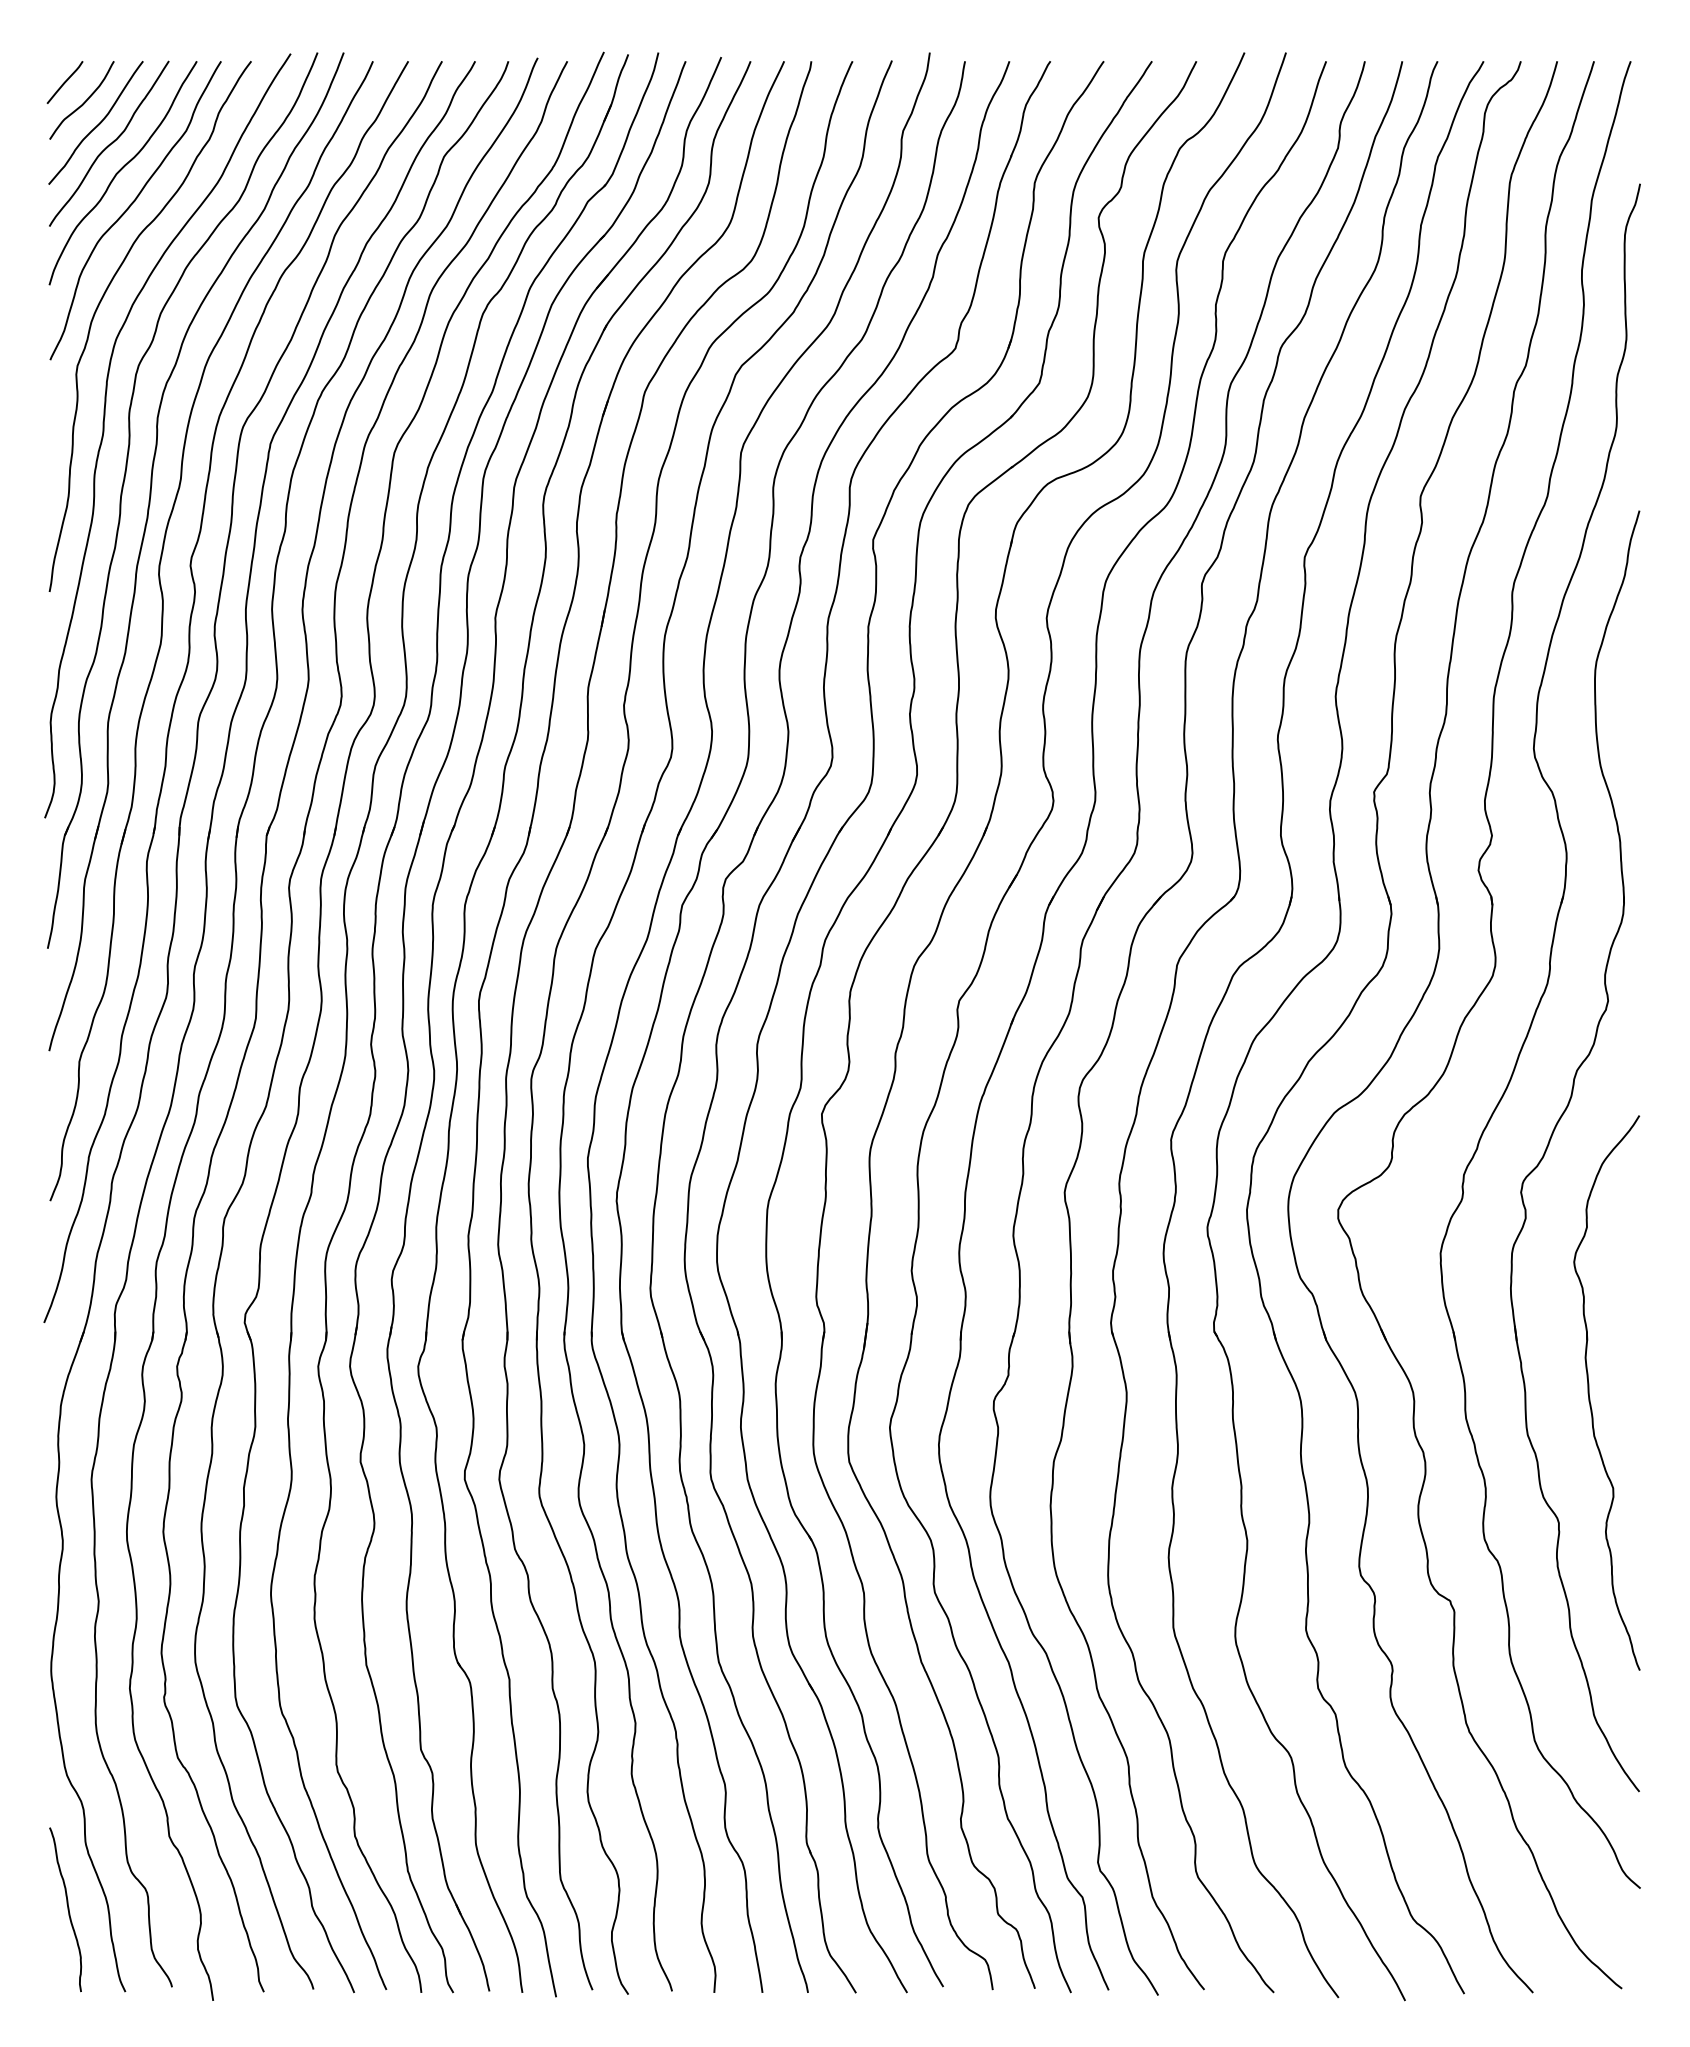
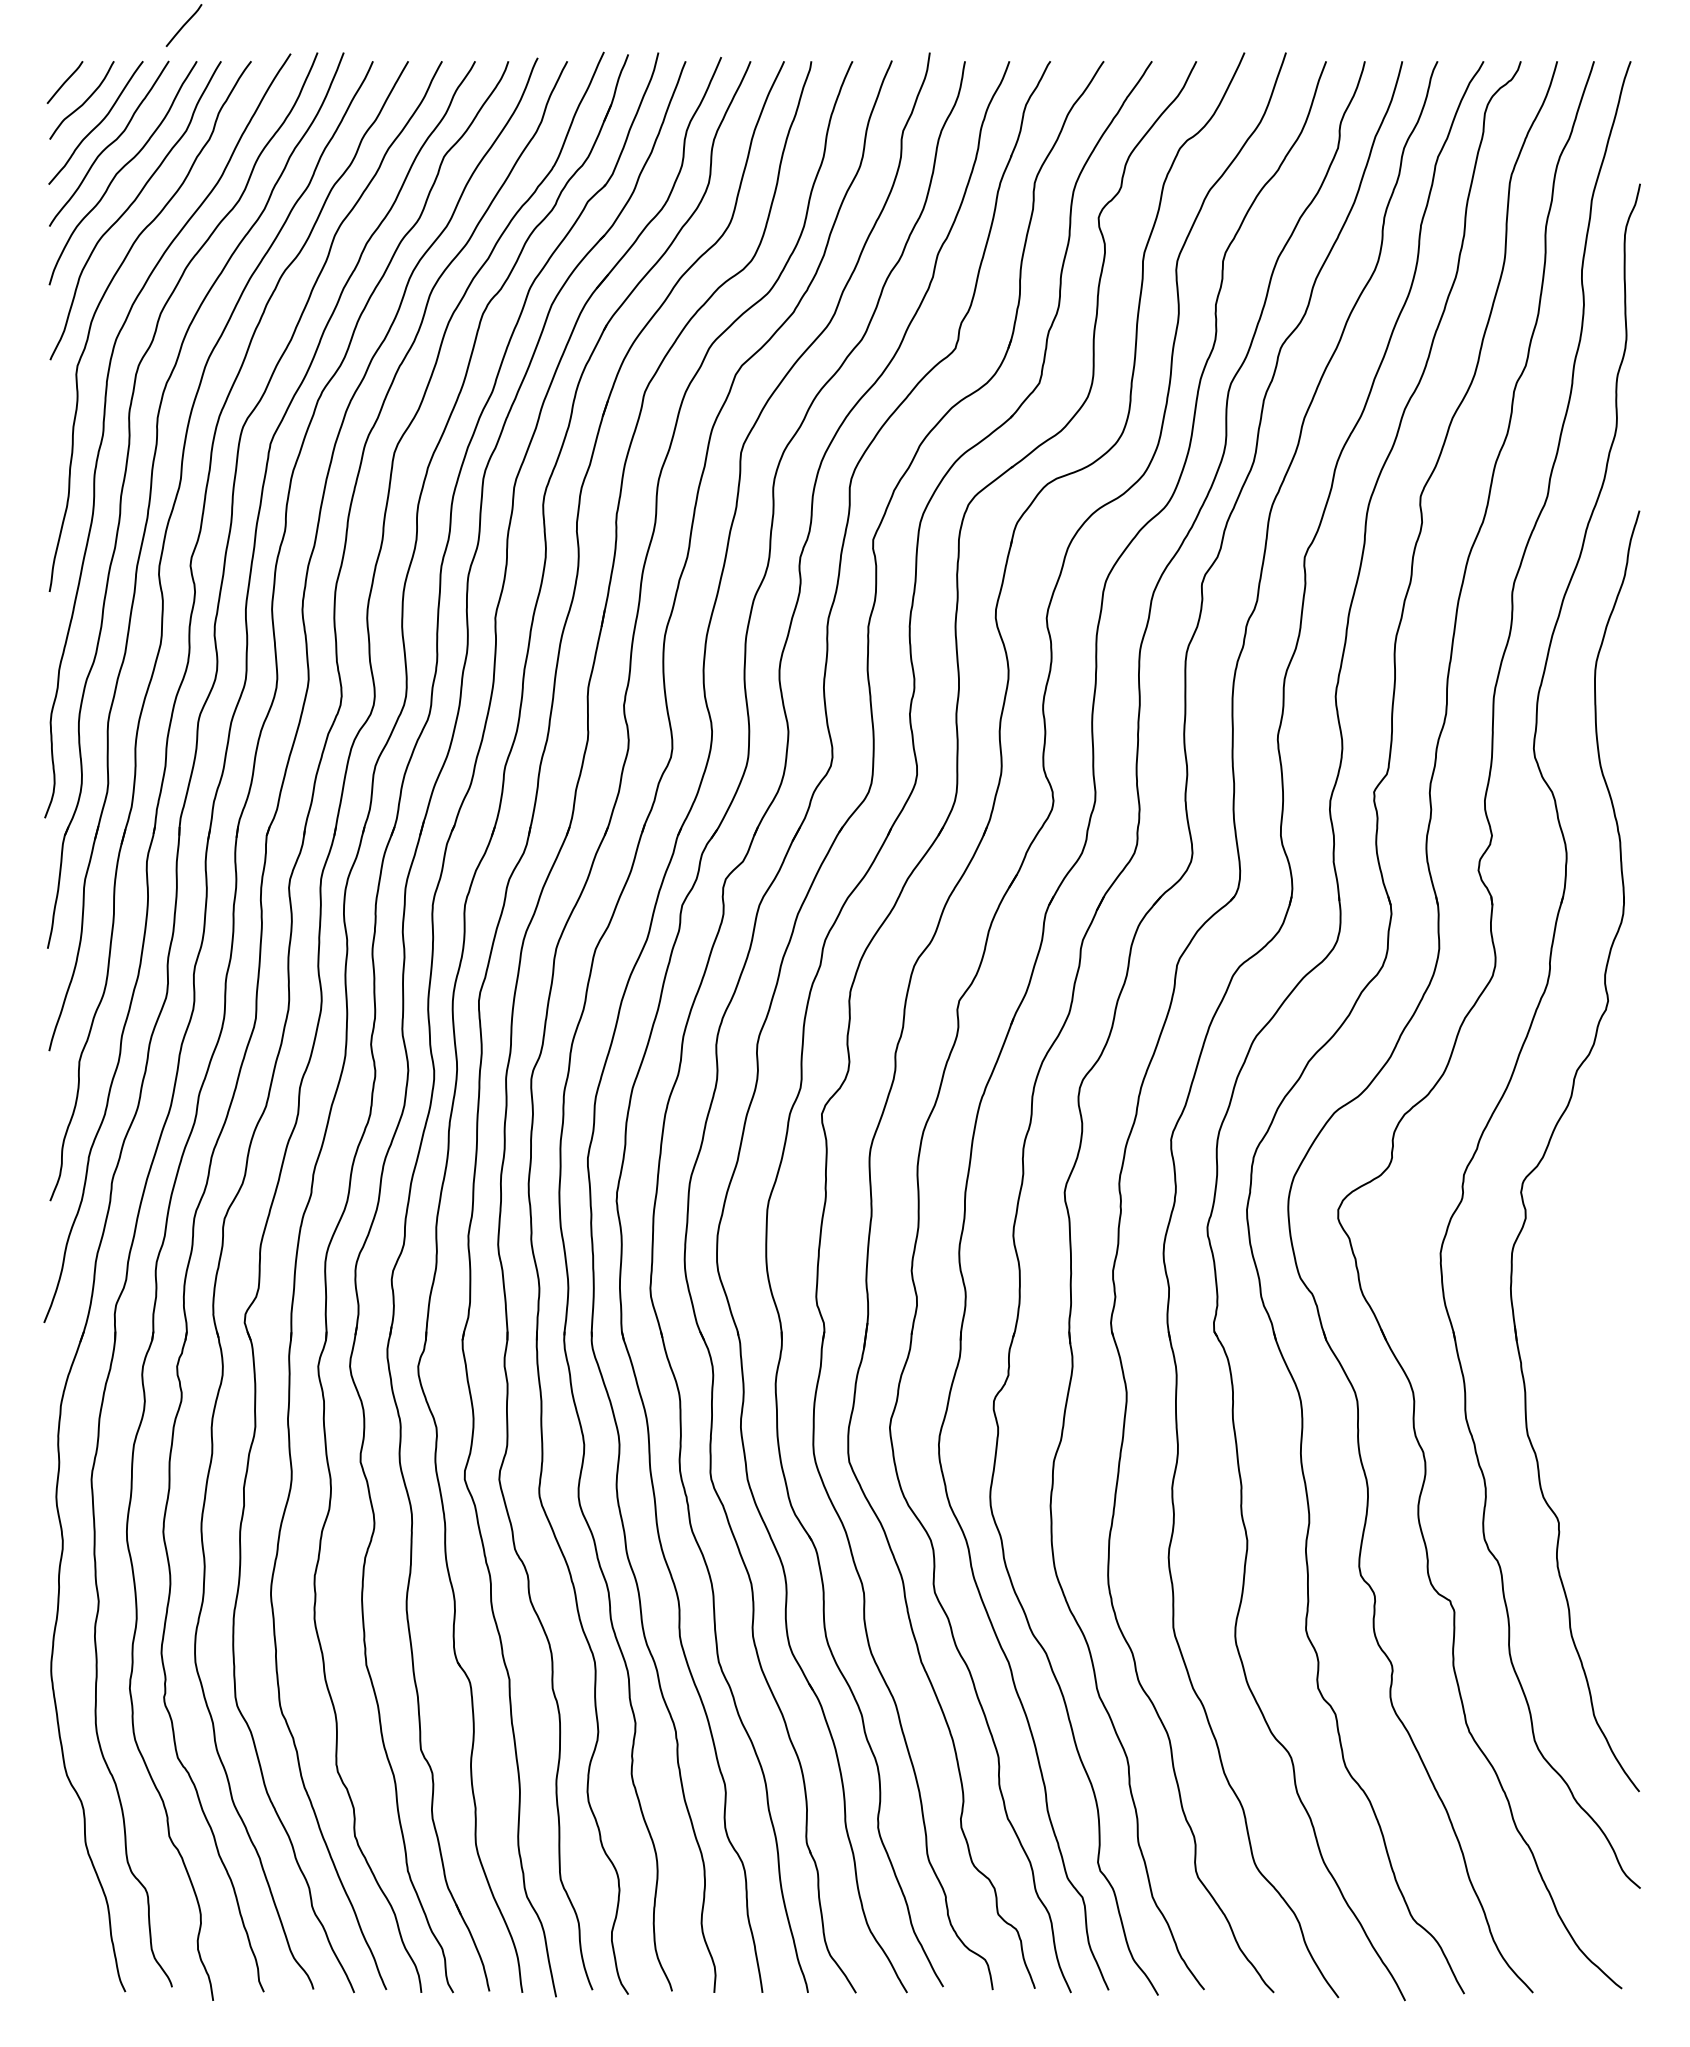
line at (183, 25): none -> present
part at (1589, 1392): present -> none
curve at (67, 1909): present -> none
